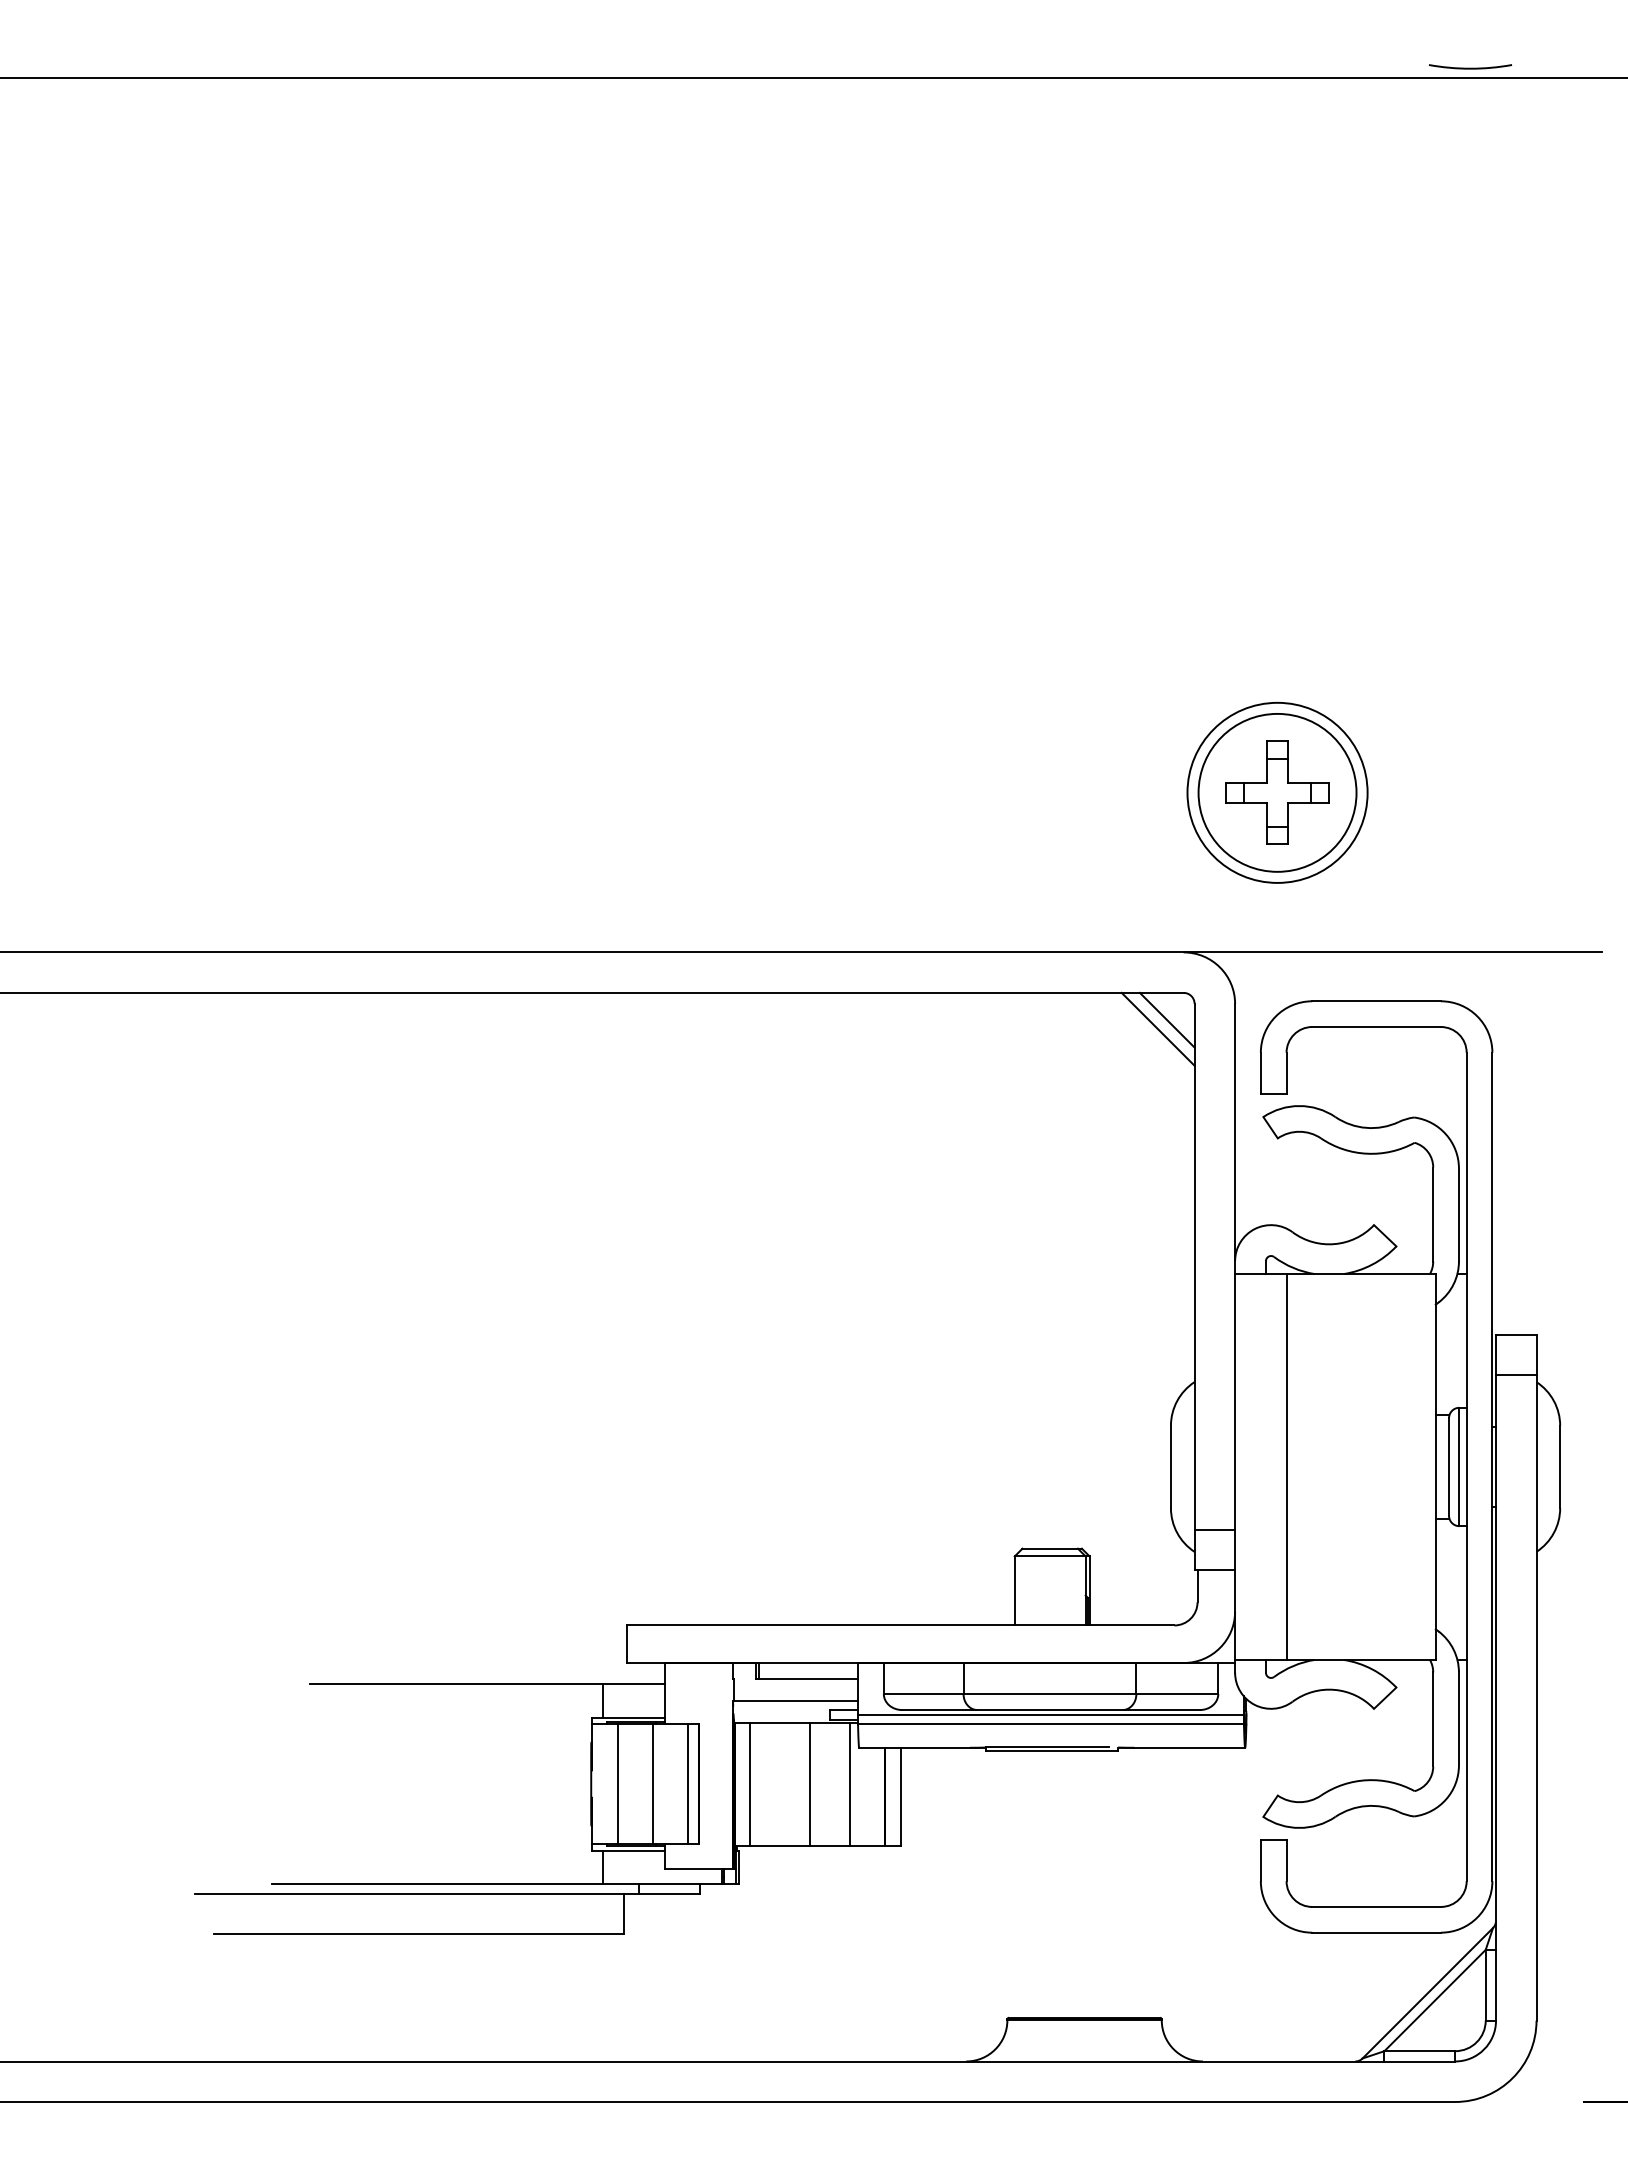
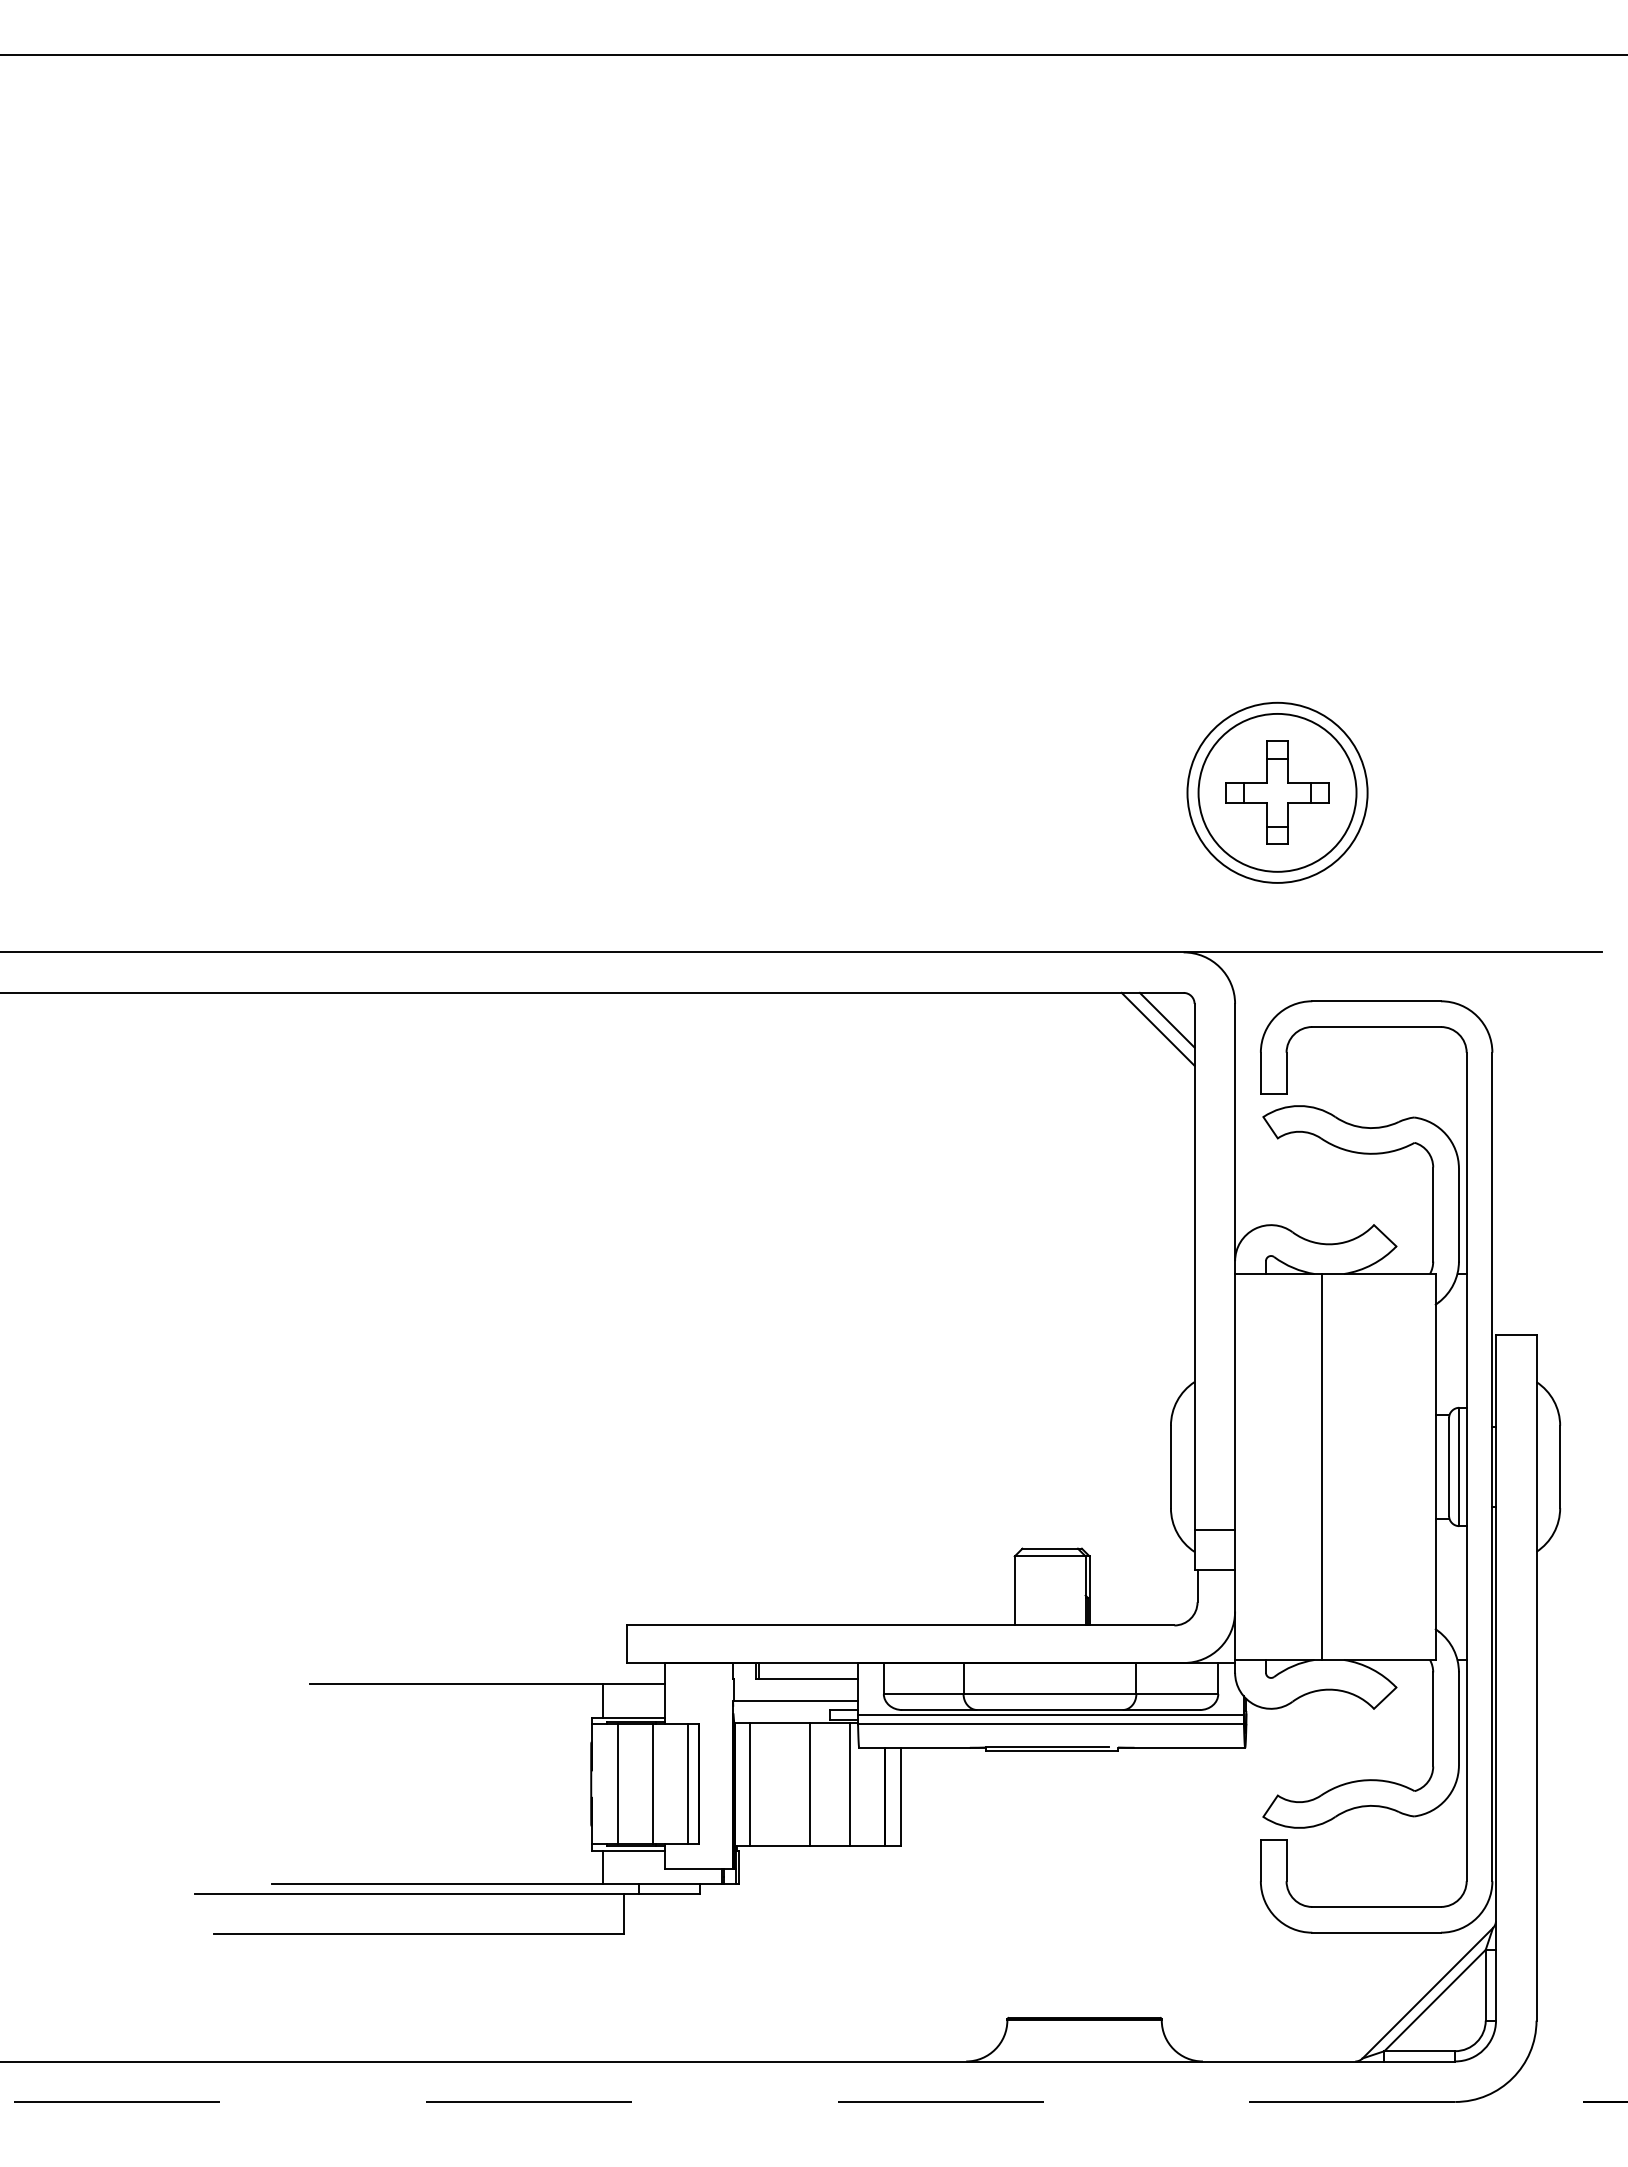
arc at (1470, 67): present -> none
line at (813, 77) position: (813, 77) -> (813, 54)
line at (1516, 1374): present -> none
line at (1286, 1466) position: (1286, 1466) -> (1321, 1466)
line at (727, 2101): solid -> dashed
